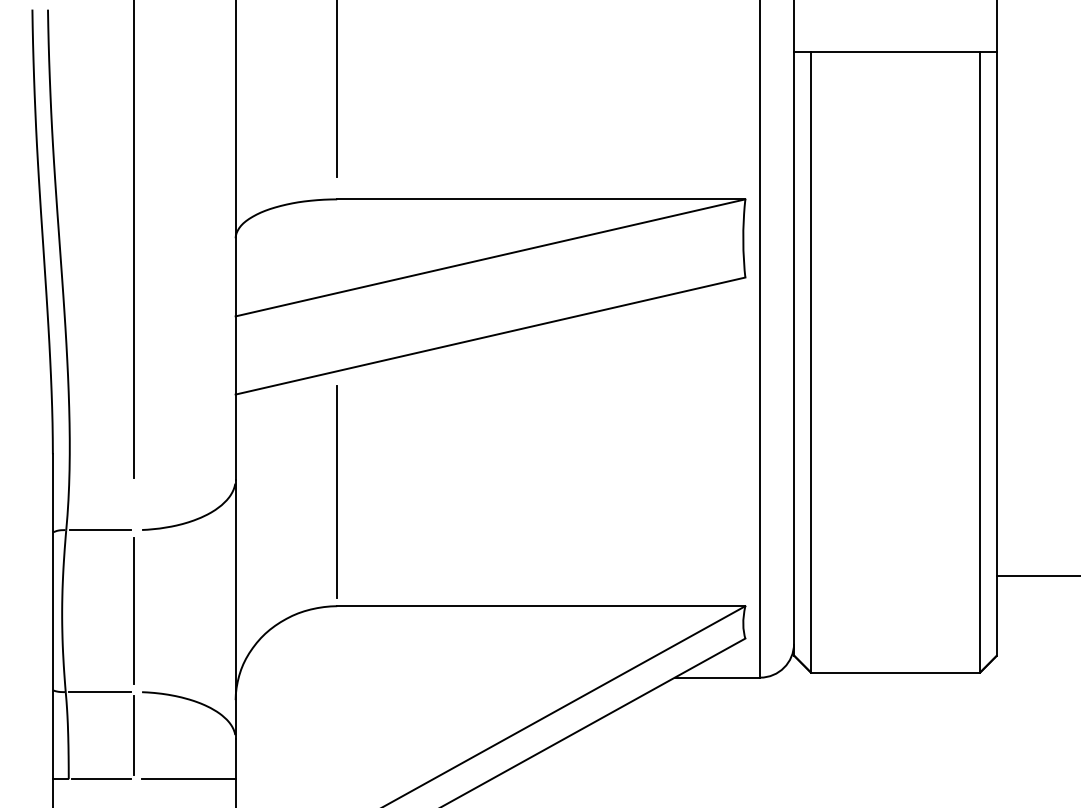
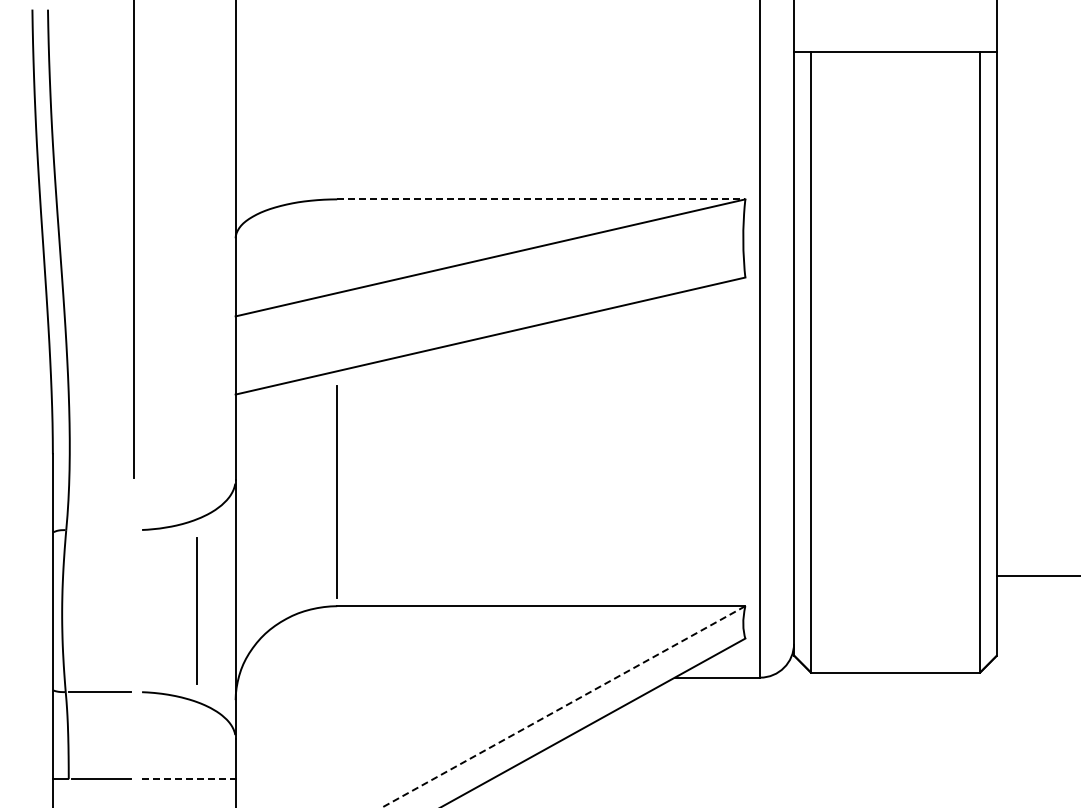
line at (337, 89): present -> none
line at (541, 199): solid -> dashed
line at (99, 530): present -> none
line at (133, 610) position: (133, 610) -> (196, 610)
line at (563, 707): solid -> dashed
line at (134, 735): present -> none
line at (188, 779): solid -> dashed
